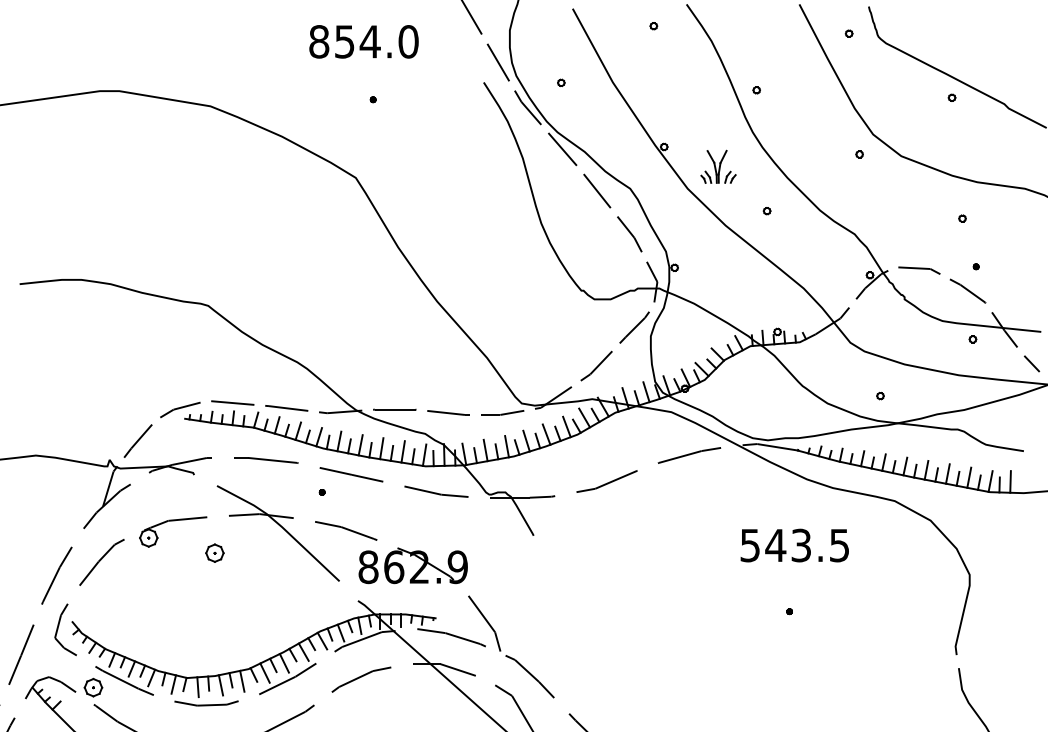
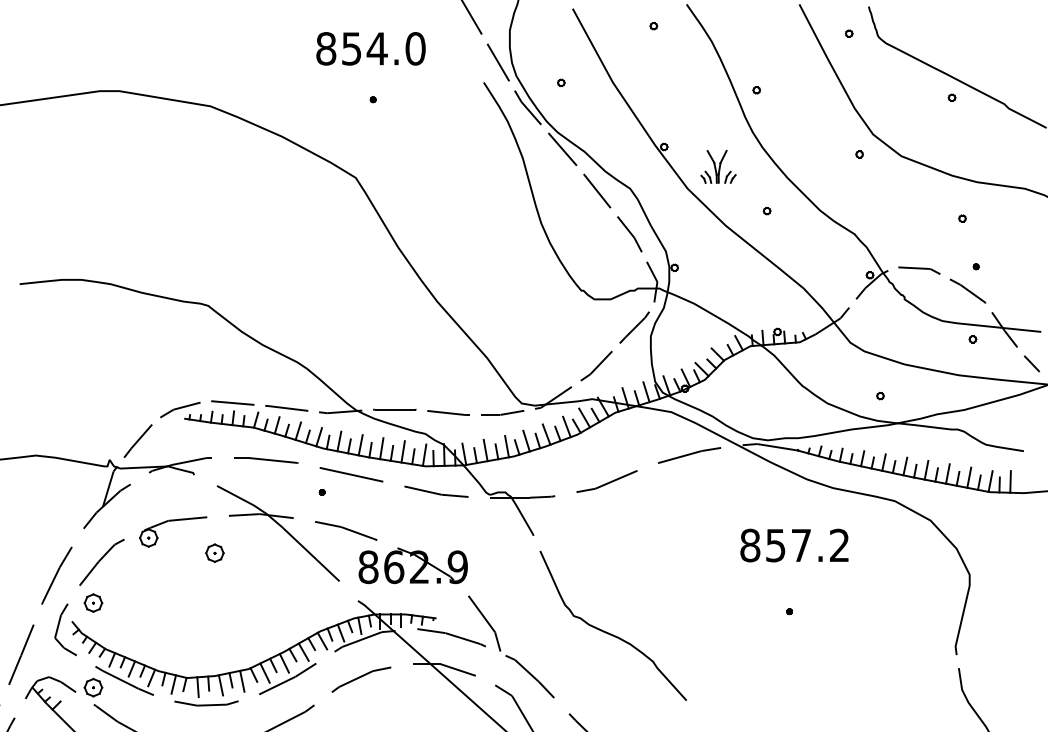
text at (363, 41) position: (363, 41) -> (370, 48)
text at (794, 545): 543.5 -> 857.2
part at (93, 602): none -> present
curve at (608, 632): none -> present
